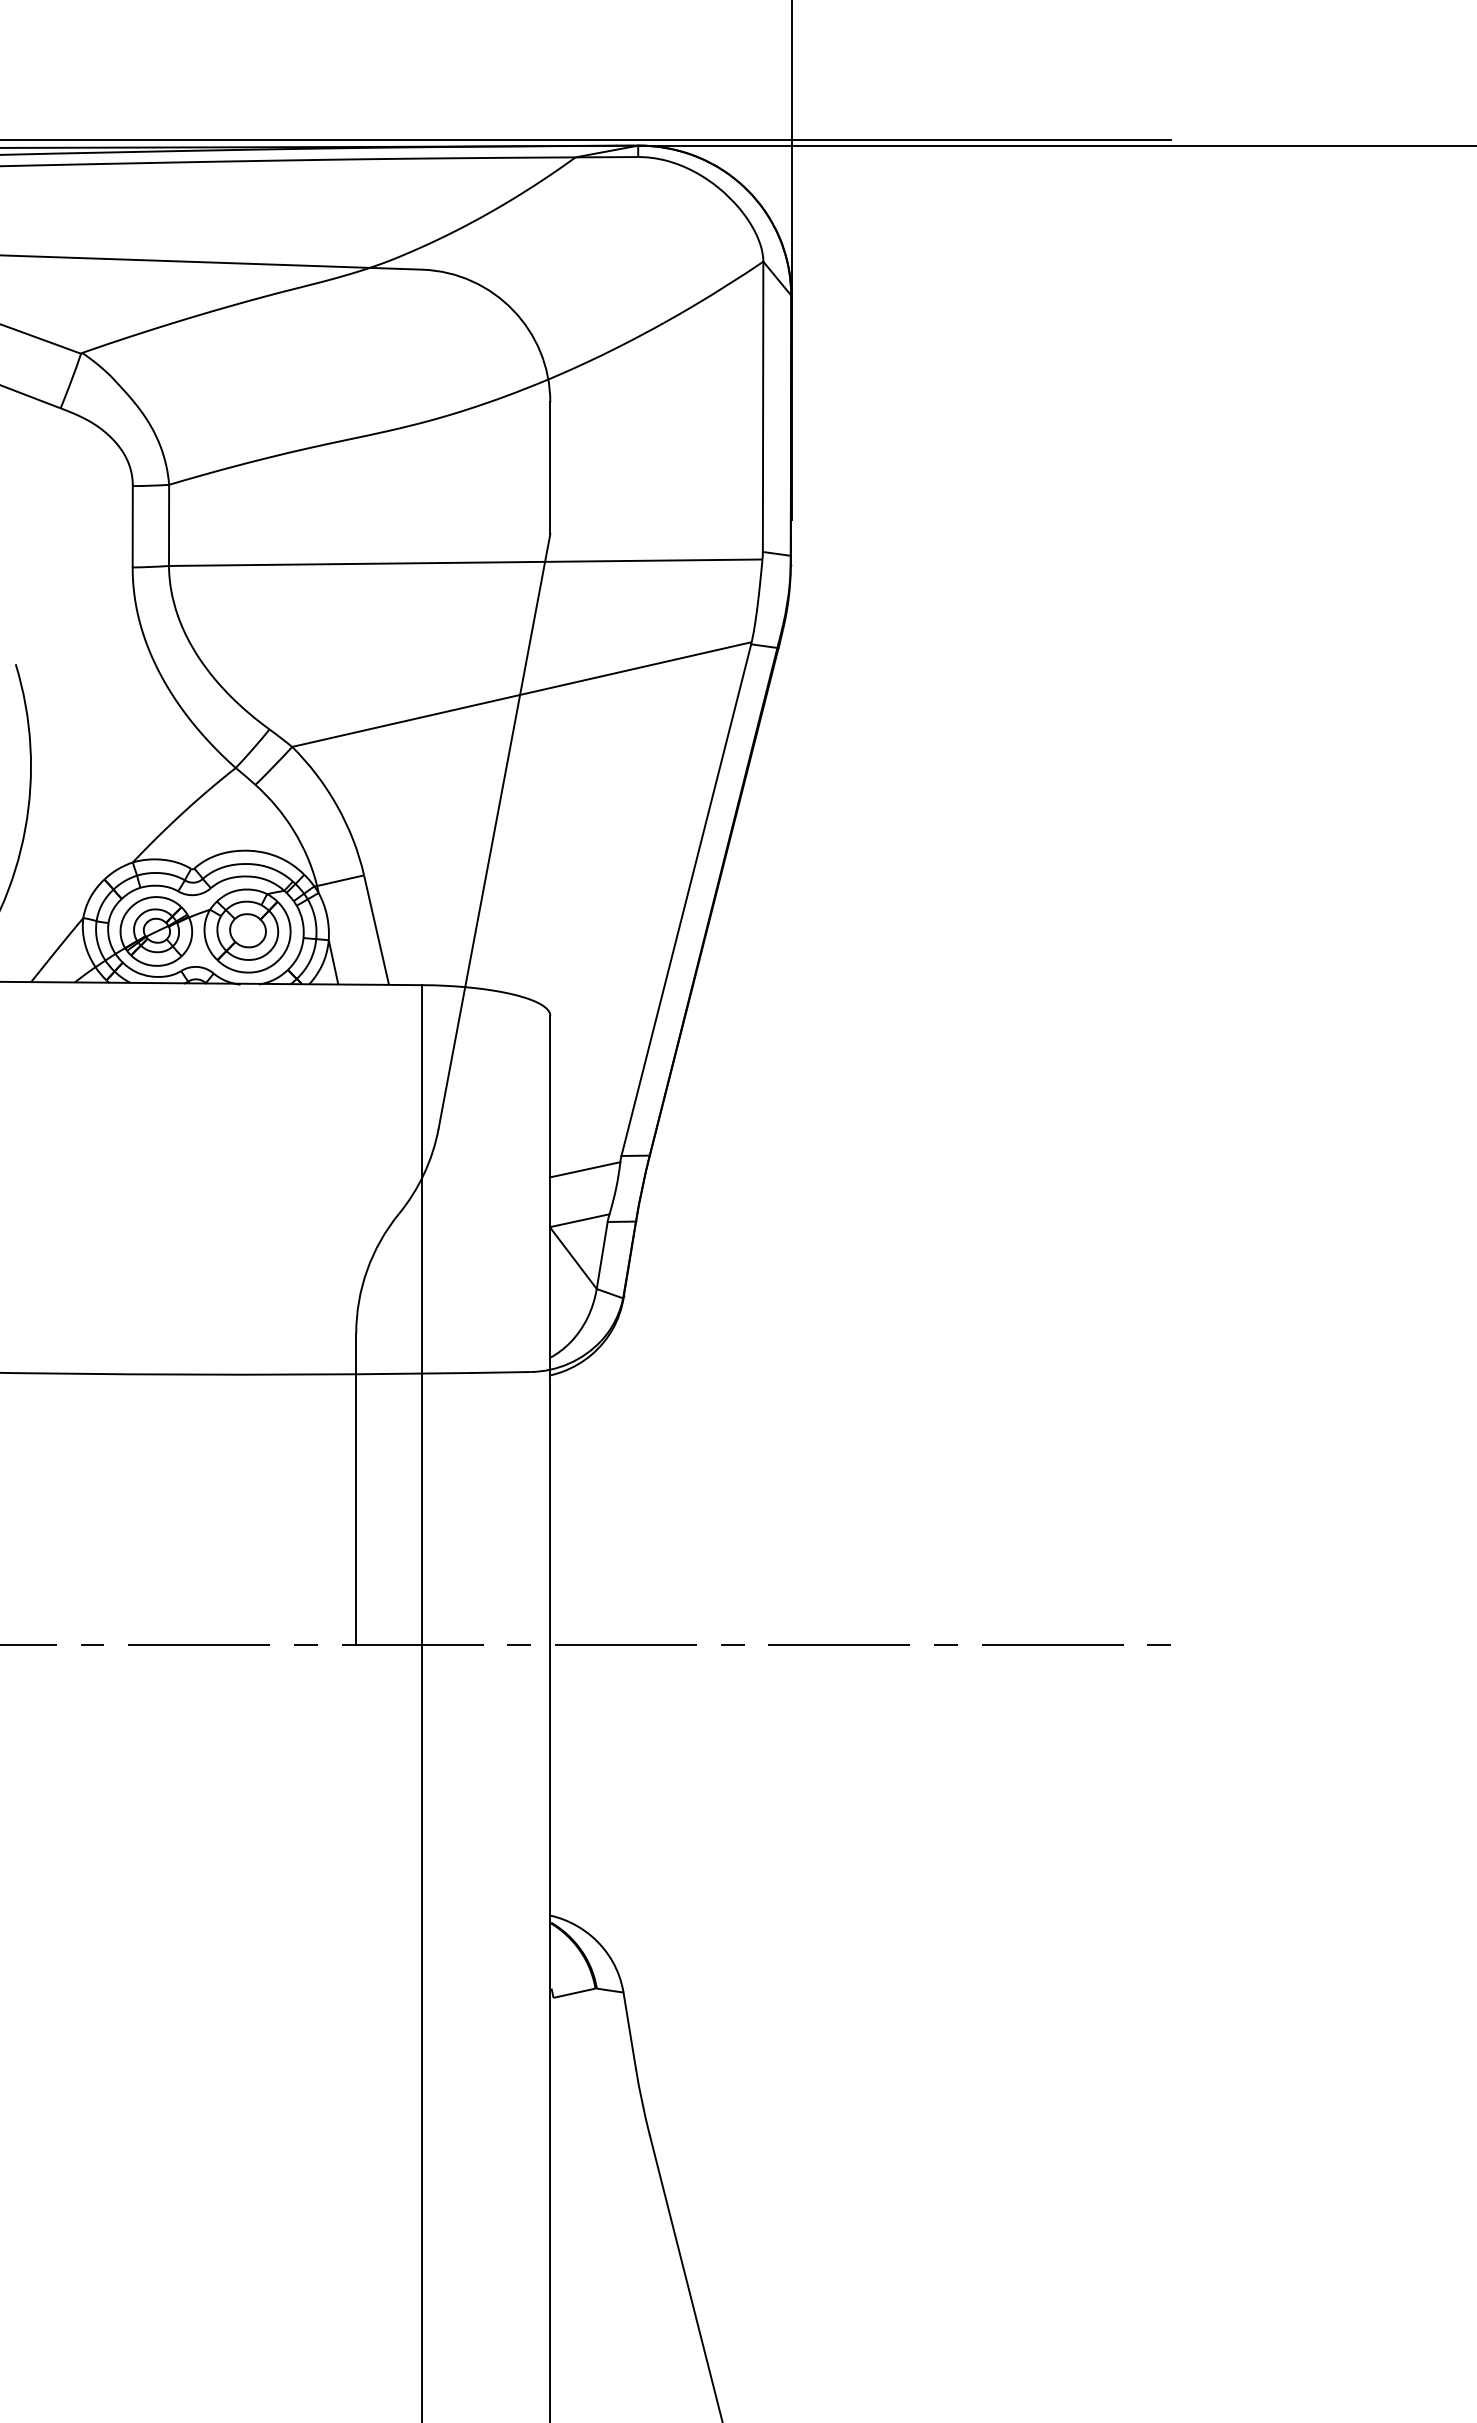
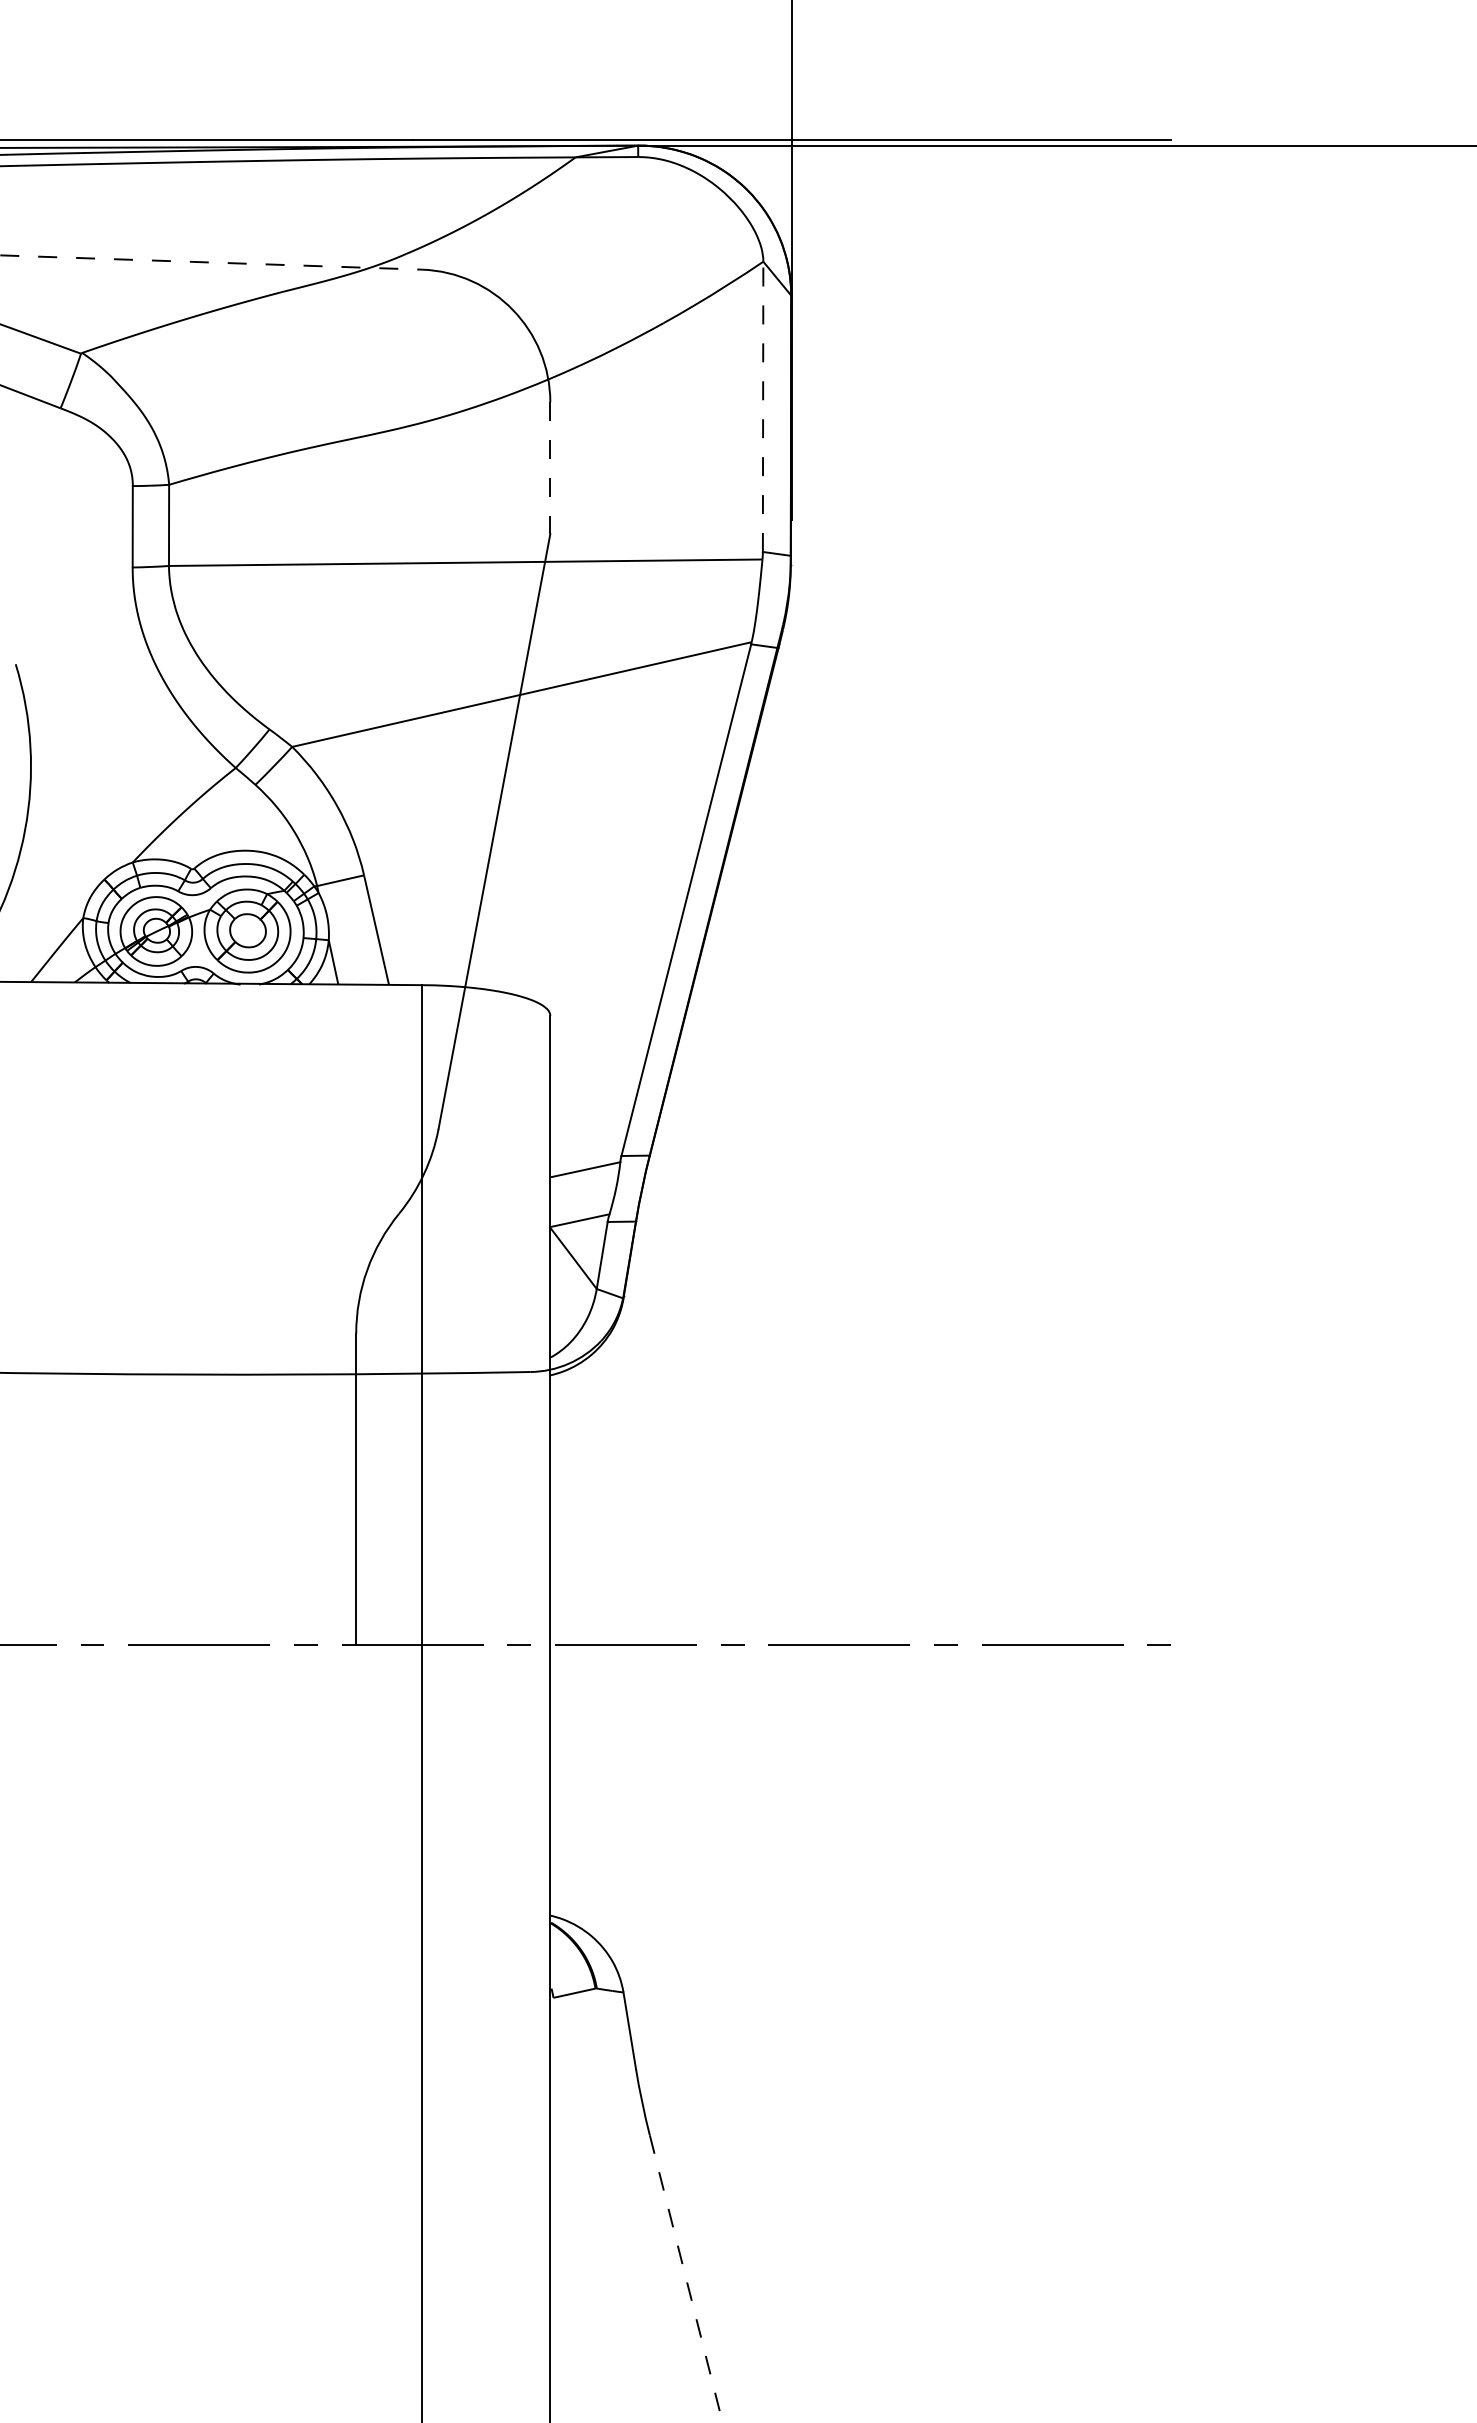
line at (211, 262): solid -> dashed
line at (763, 406): solid -> dashed
line at (550, 468): solid -> dashed
line at (686, 2278): solid -> dashed
